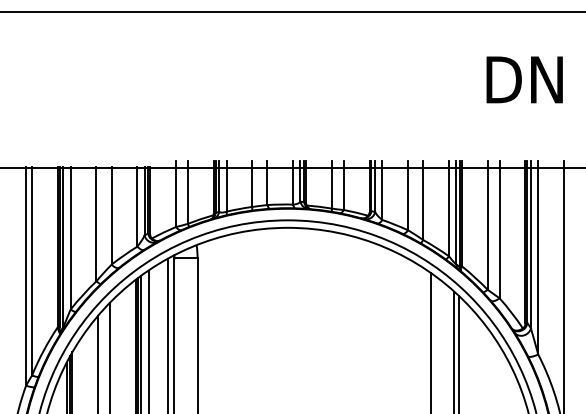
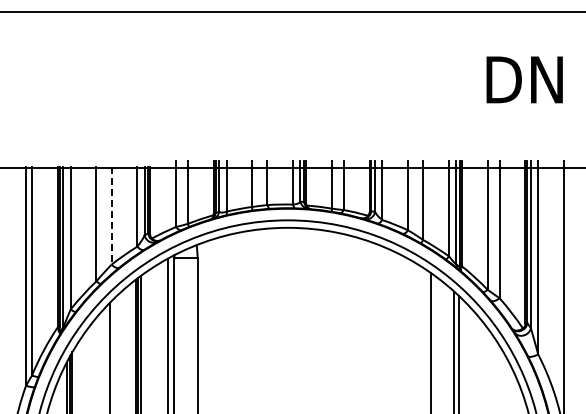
line at (111, 215): solid -> dashed
line at (148, 340): present -> none
line at (98, 362): present -> none
